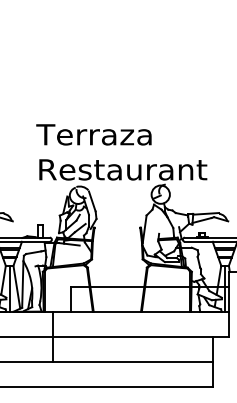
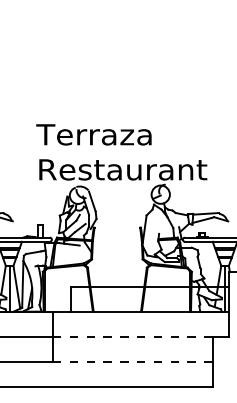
line at (133, 337): solid -> dashed
line at (133, 362): solid -> dashed
